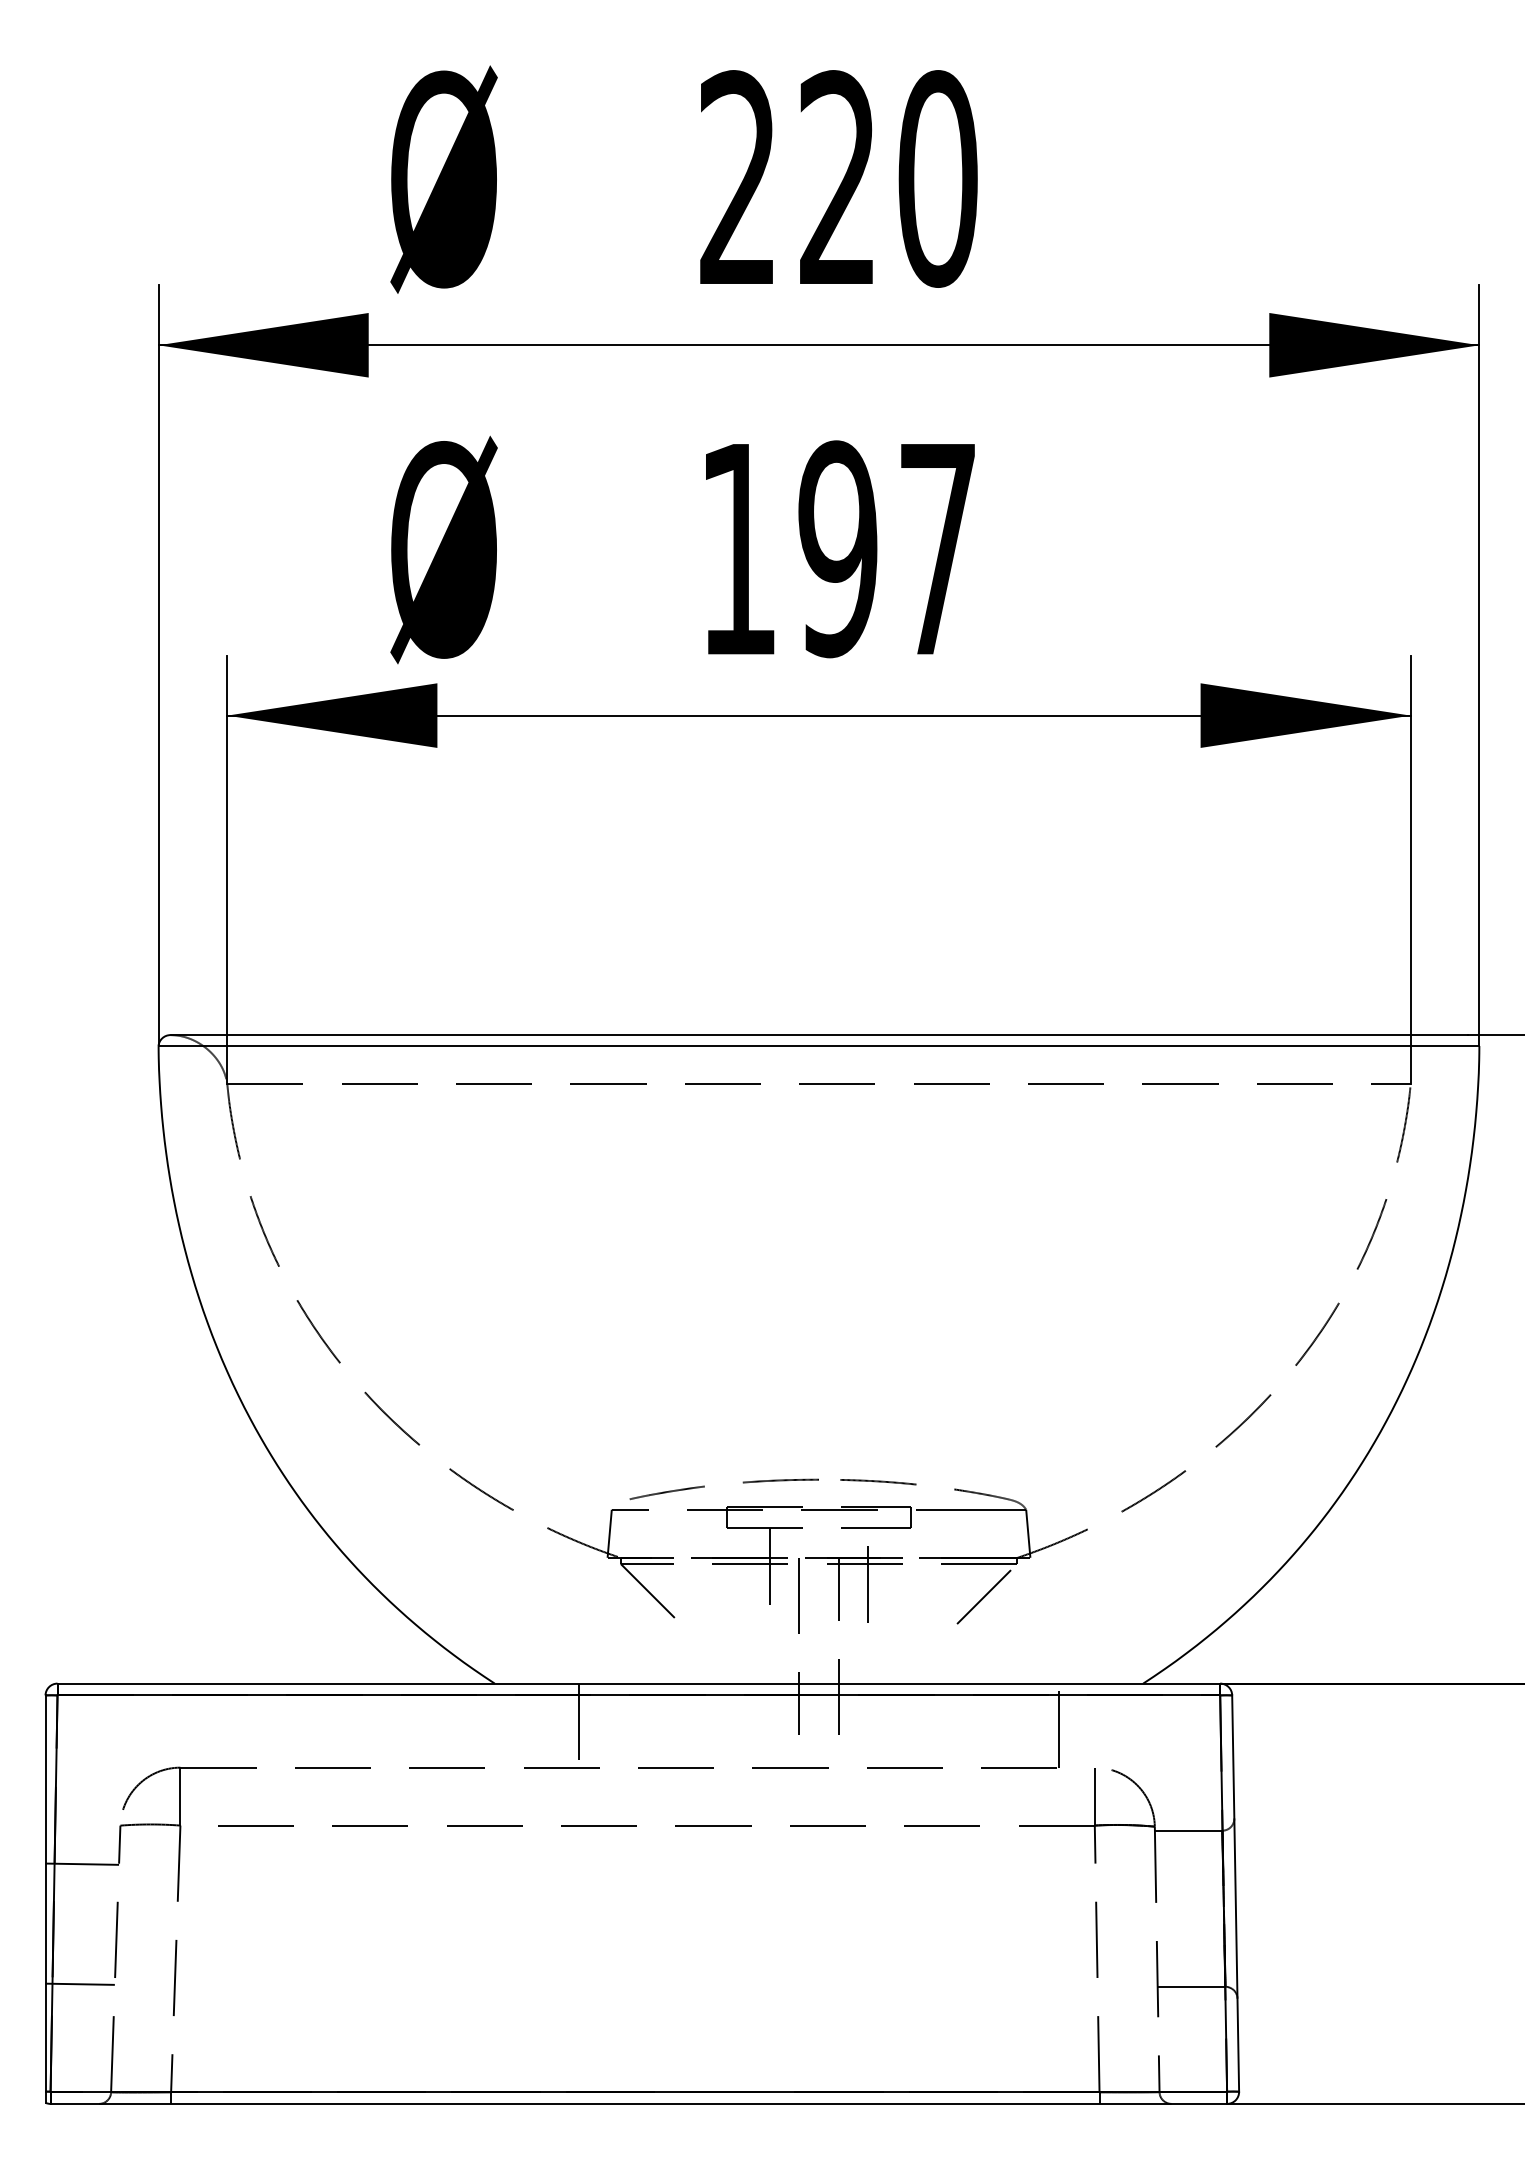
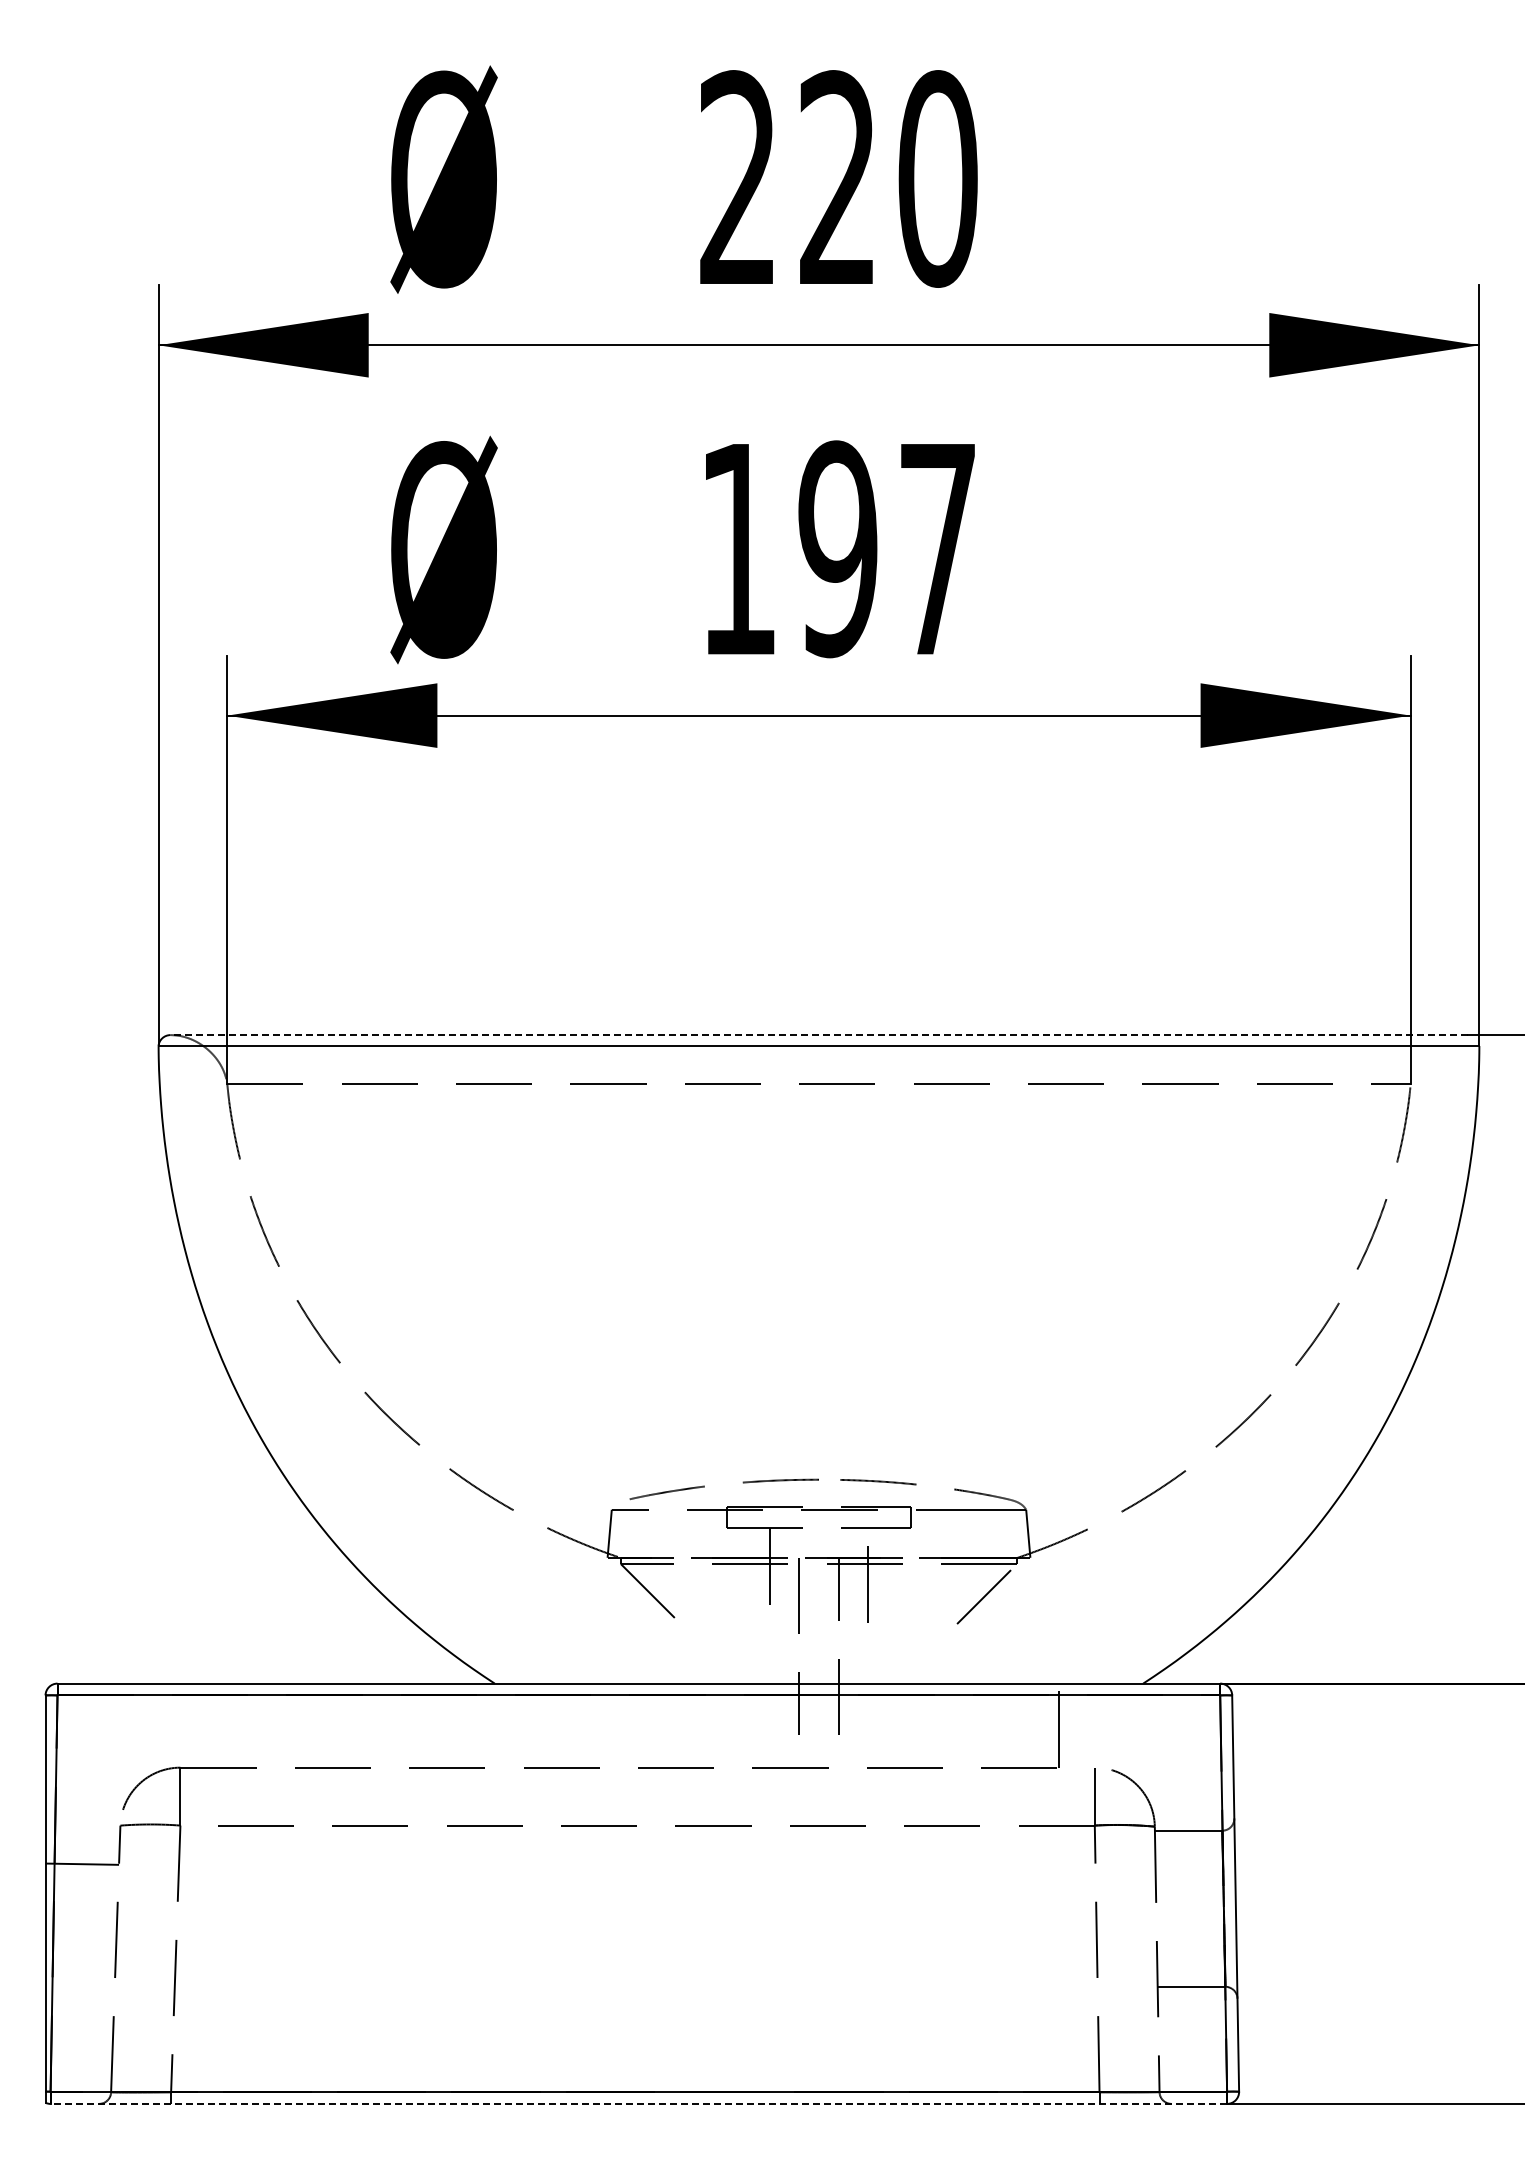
line at (819, 1035): solid -> dashed
line at (578, 1725): present -> none
line at (79, 1983): present -> none
line at (638, 2103): solid -> dashed
